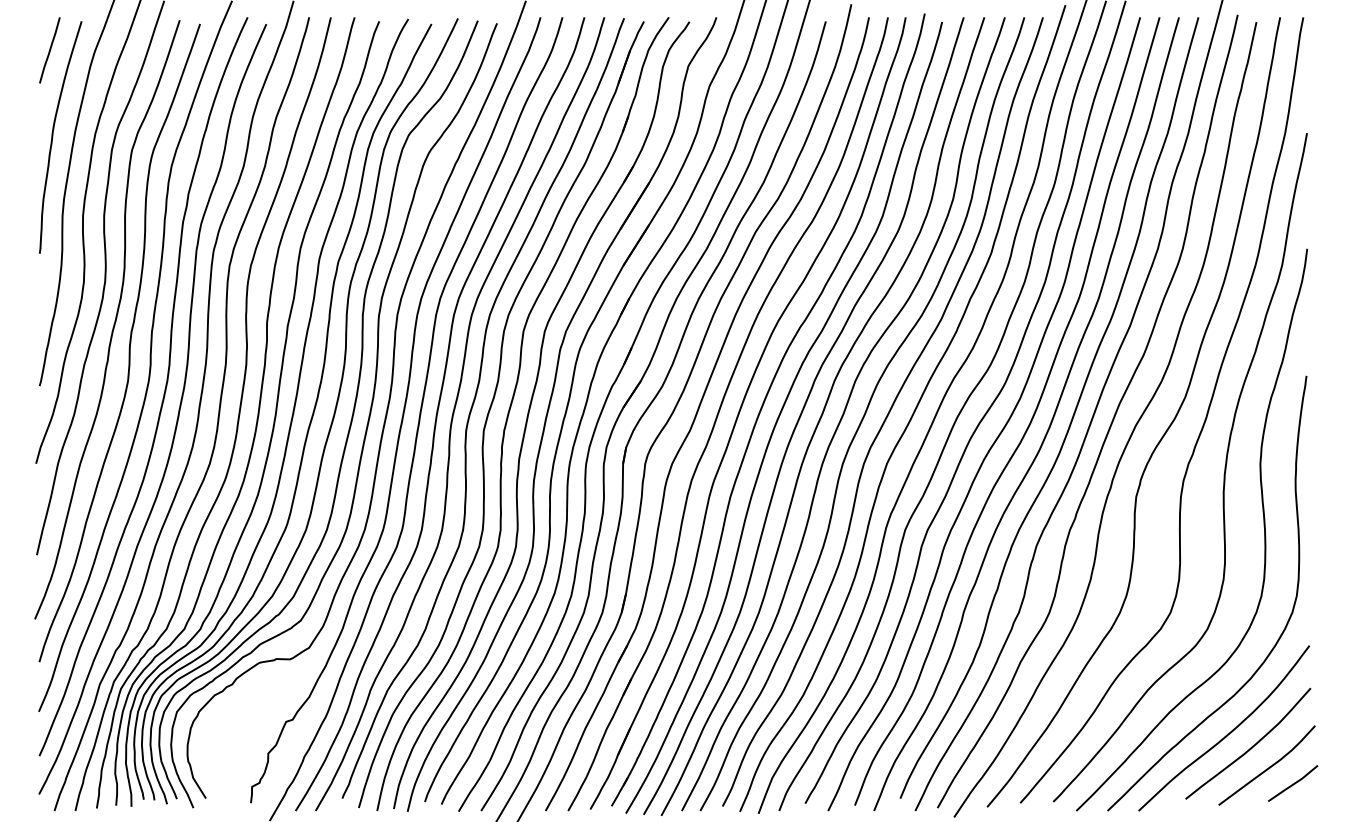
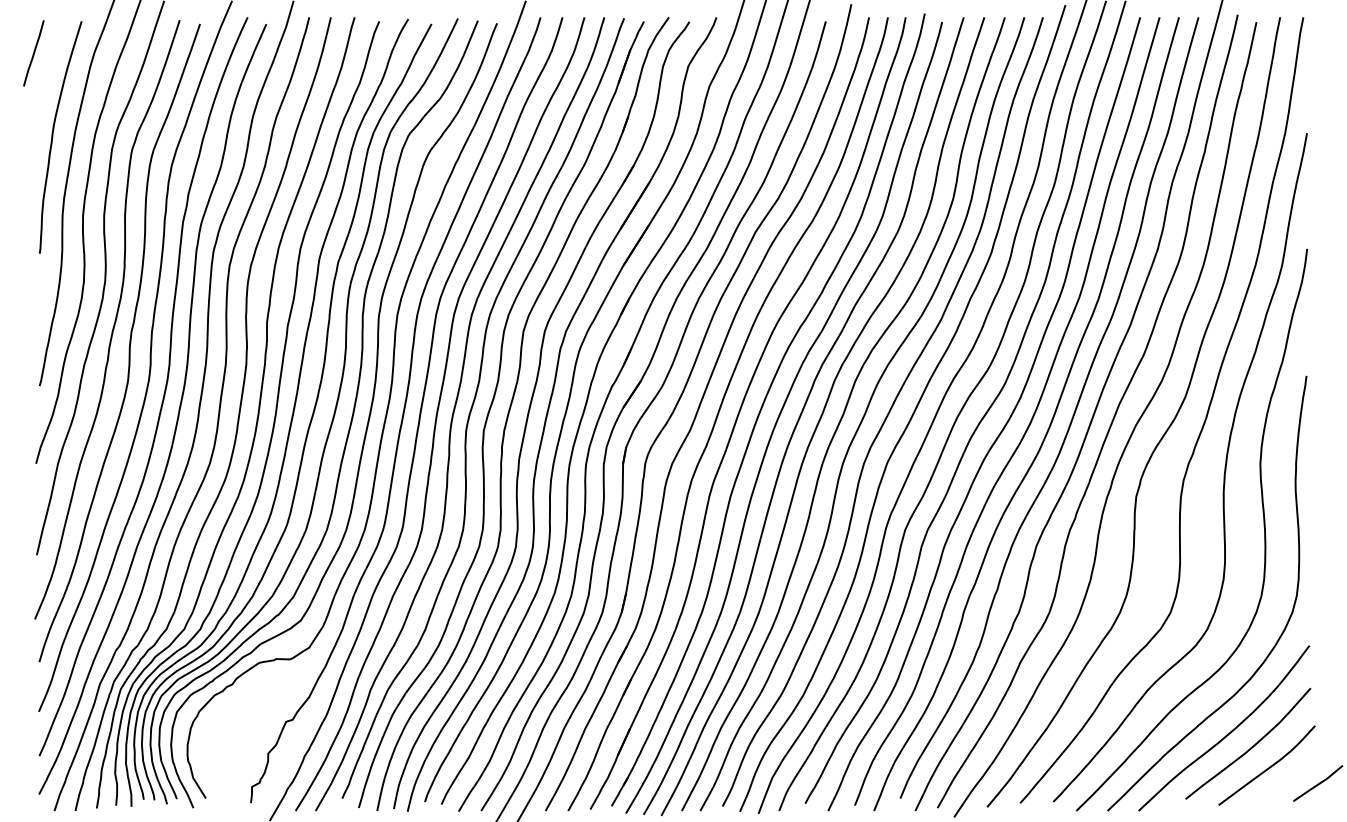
line at (49, 50) position: (49, 50) -> (33, 53)
line at (1293, 783) position: (1293, 783) -> (1318, 783)
